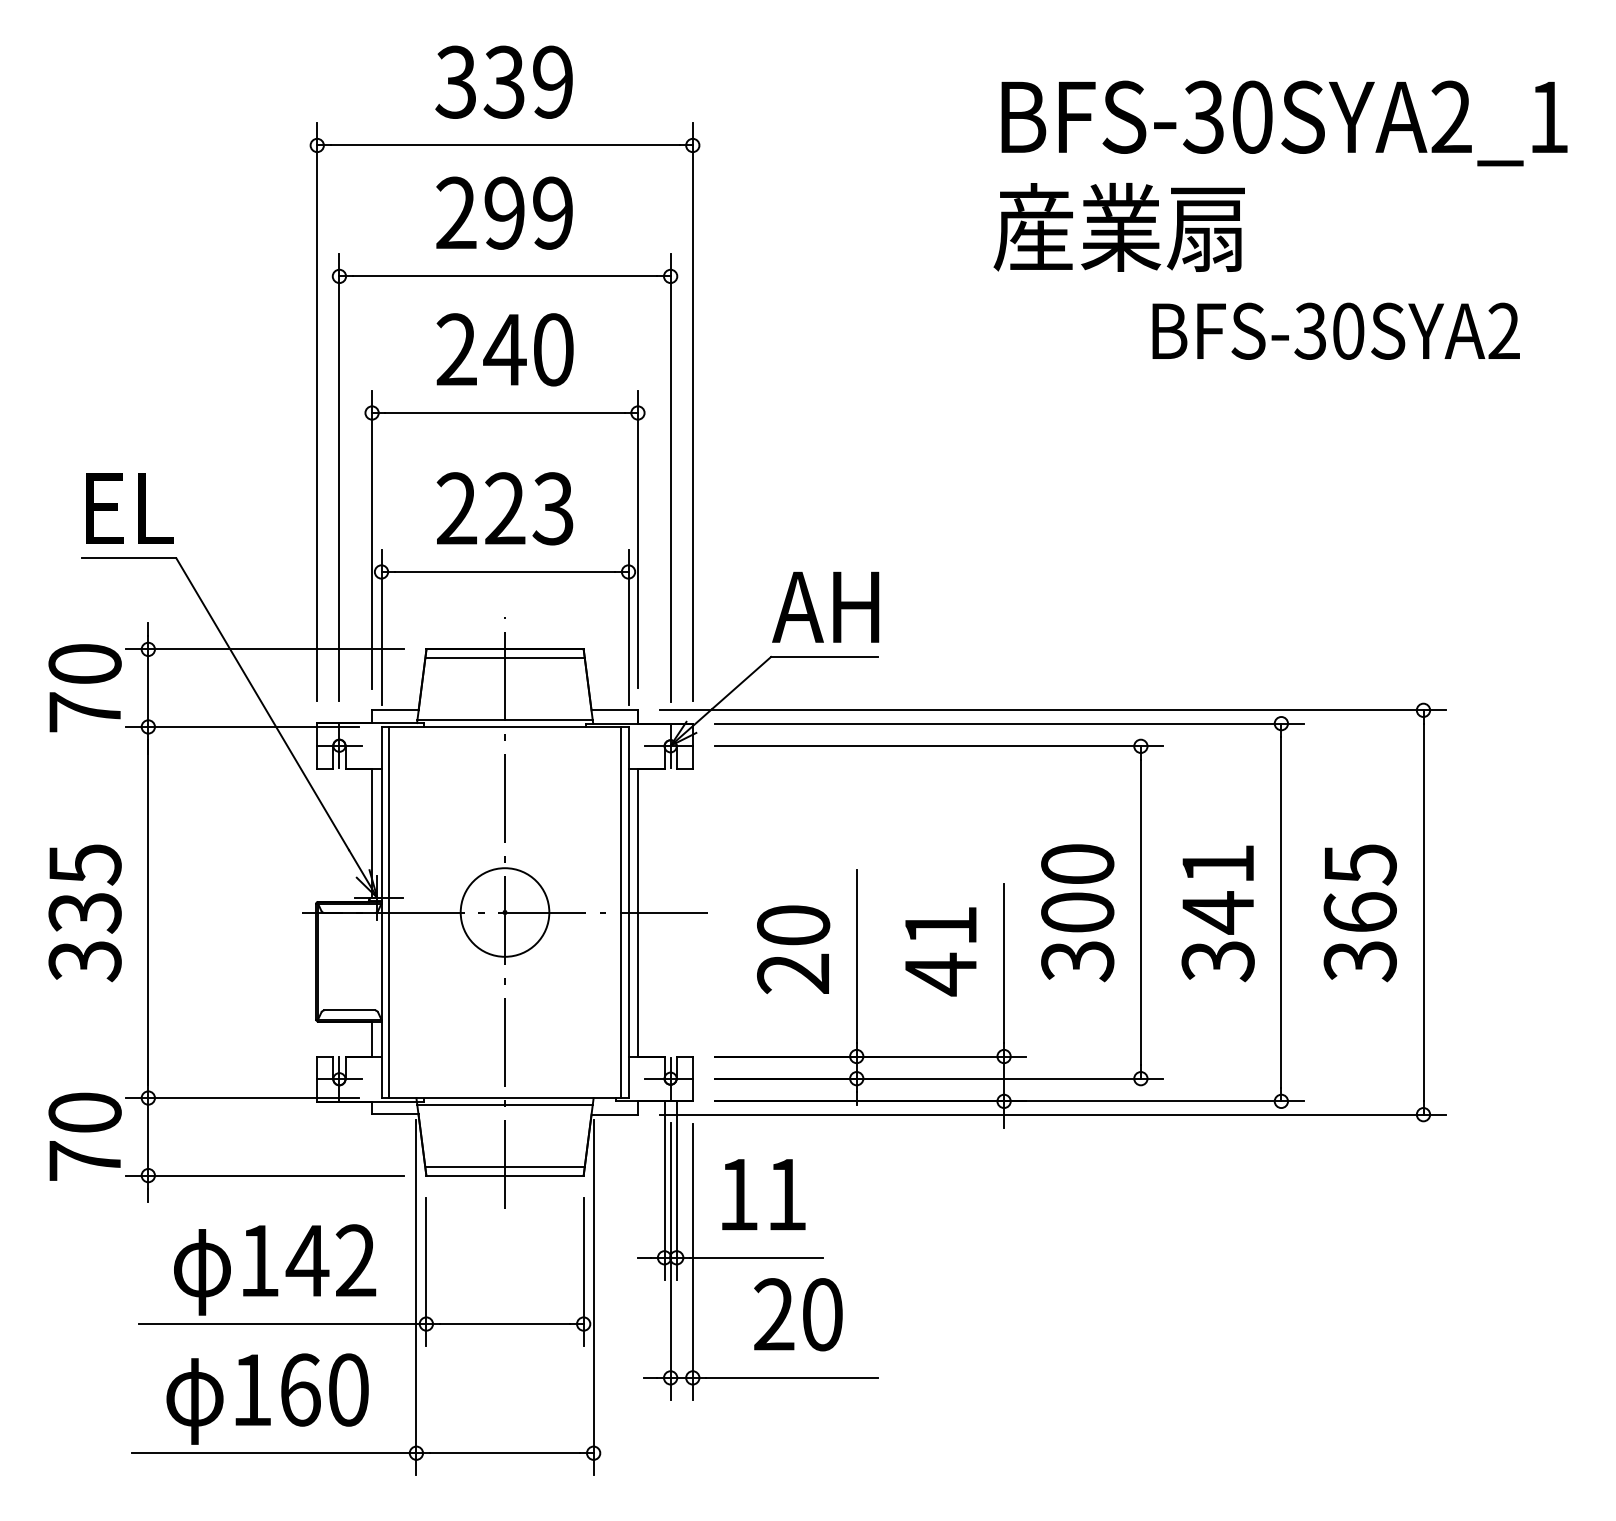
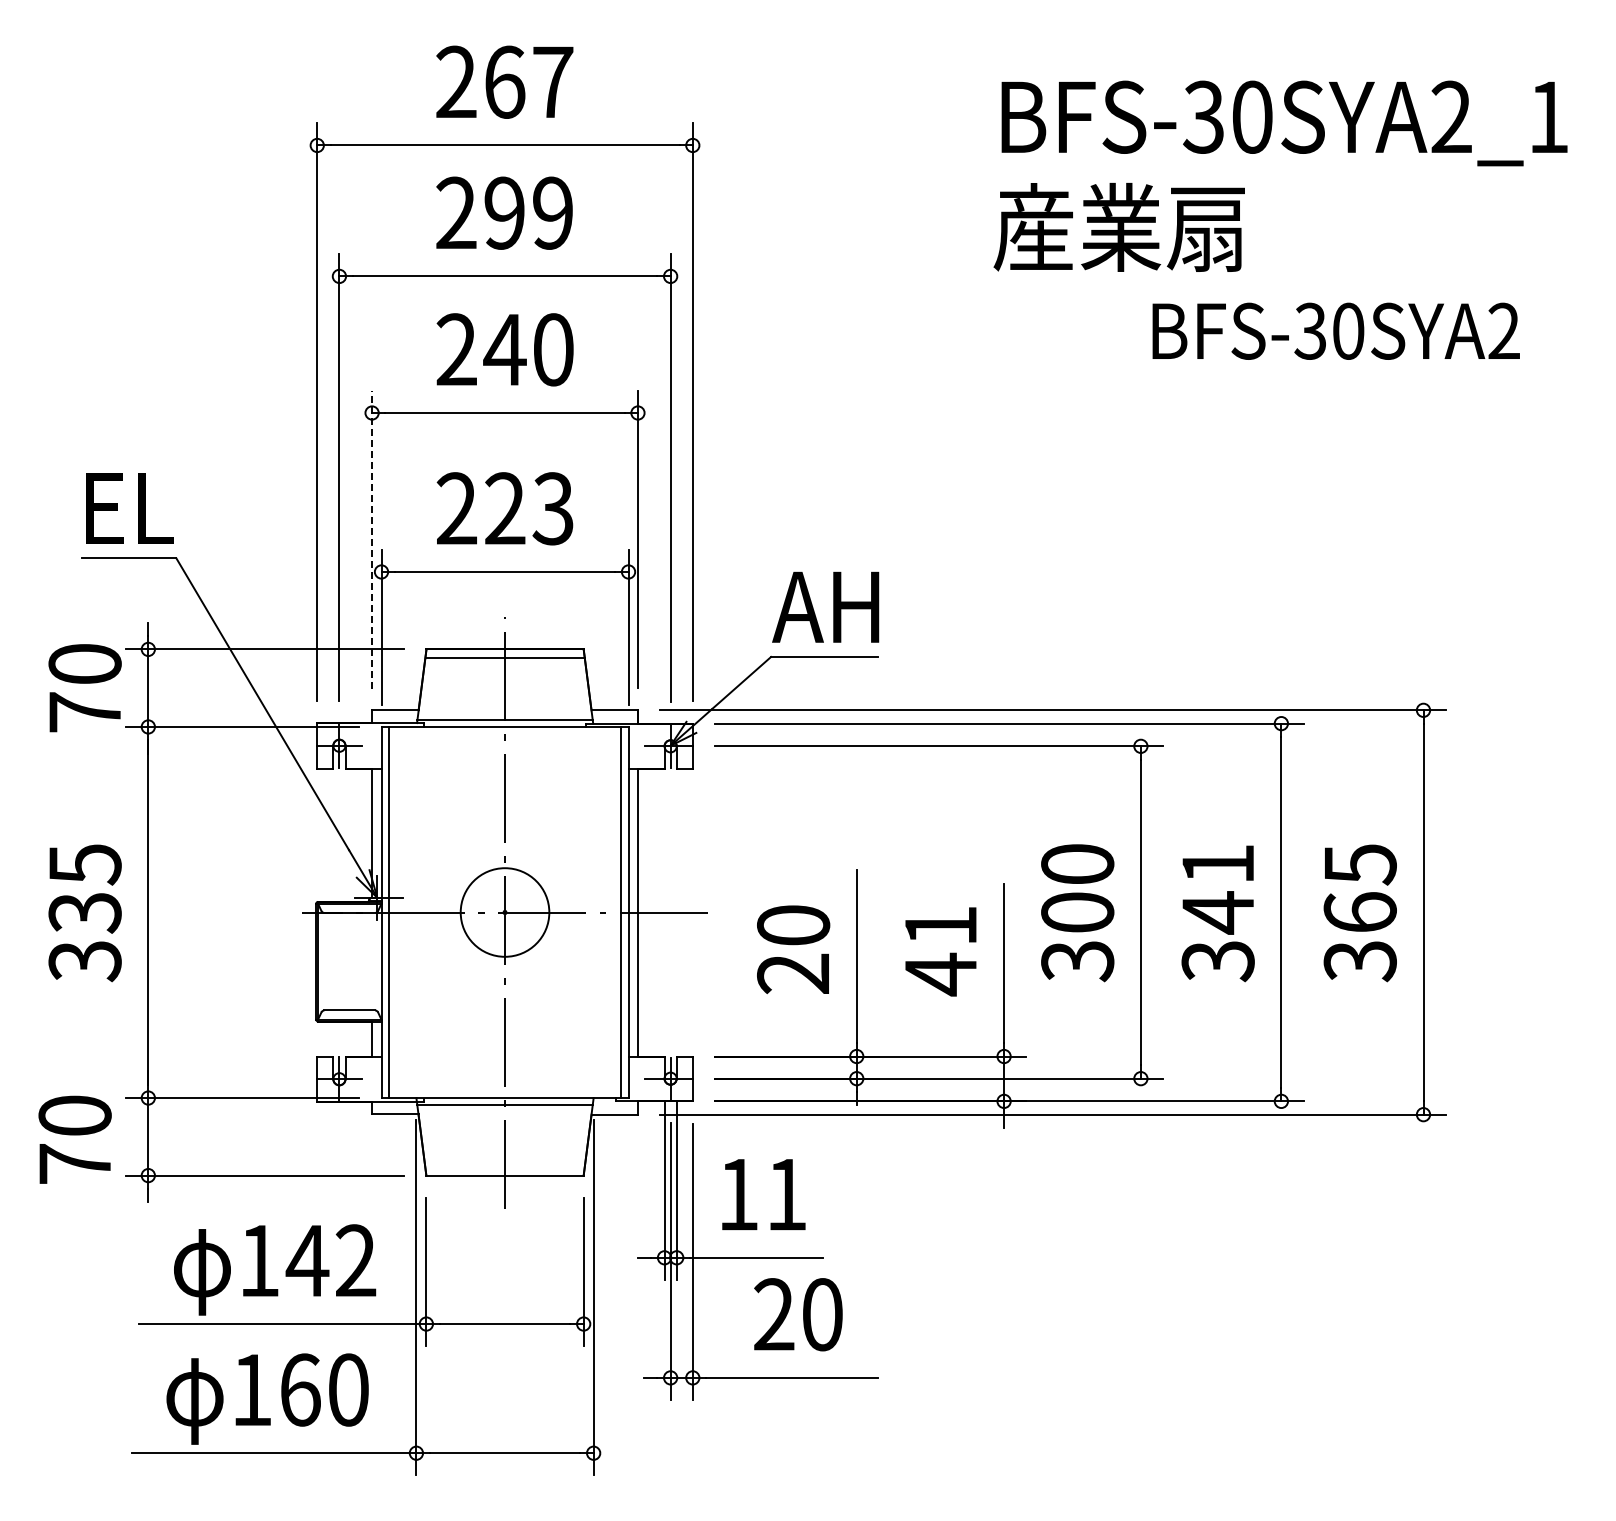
text at (504, 81): 339 -> 267
line at (372, 539): solid -> dashed
text at (84, 1136) position: (84, 1136) -> (74, 1139)
line at (504, 1166): present -> none
